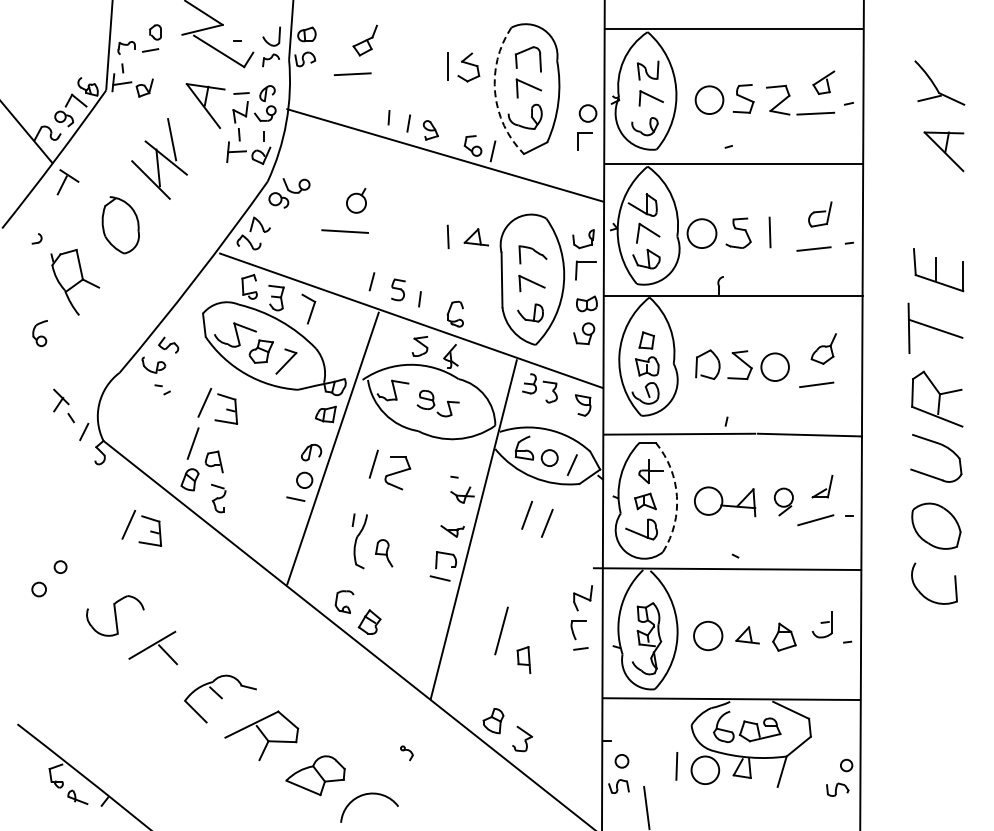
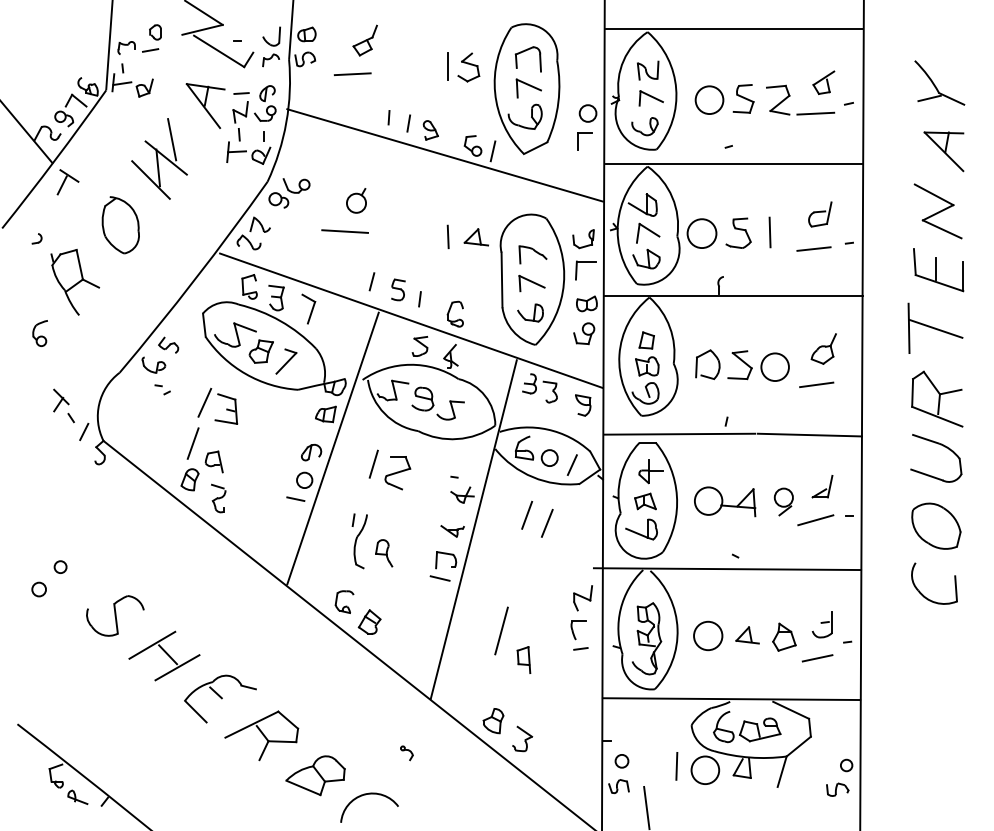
arc at (495, 93): dashed -> solid
part at (937, 211): none -> present
part at (437, 403) size: 44x28 px -> 54x35 px
arc at (676, 496): dashed -> solid
part at (150, 530): present -> none
line at (817, 658): none -> present
line at (177, 667): none -> present
